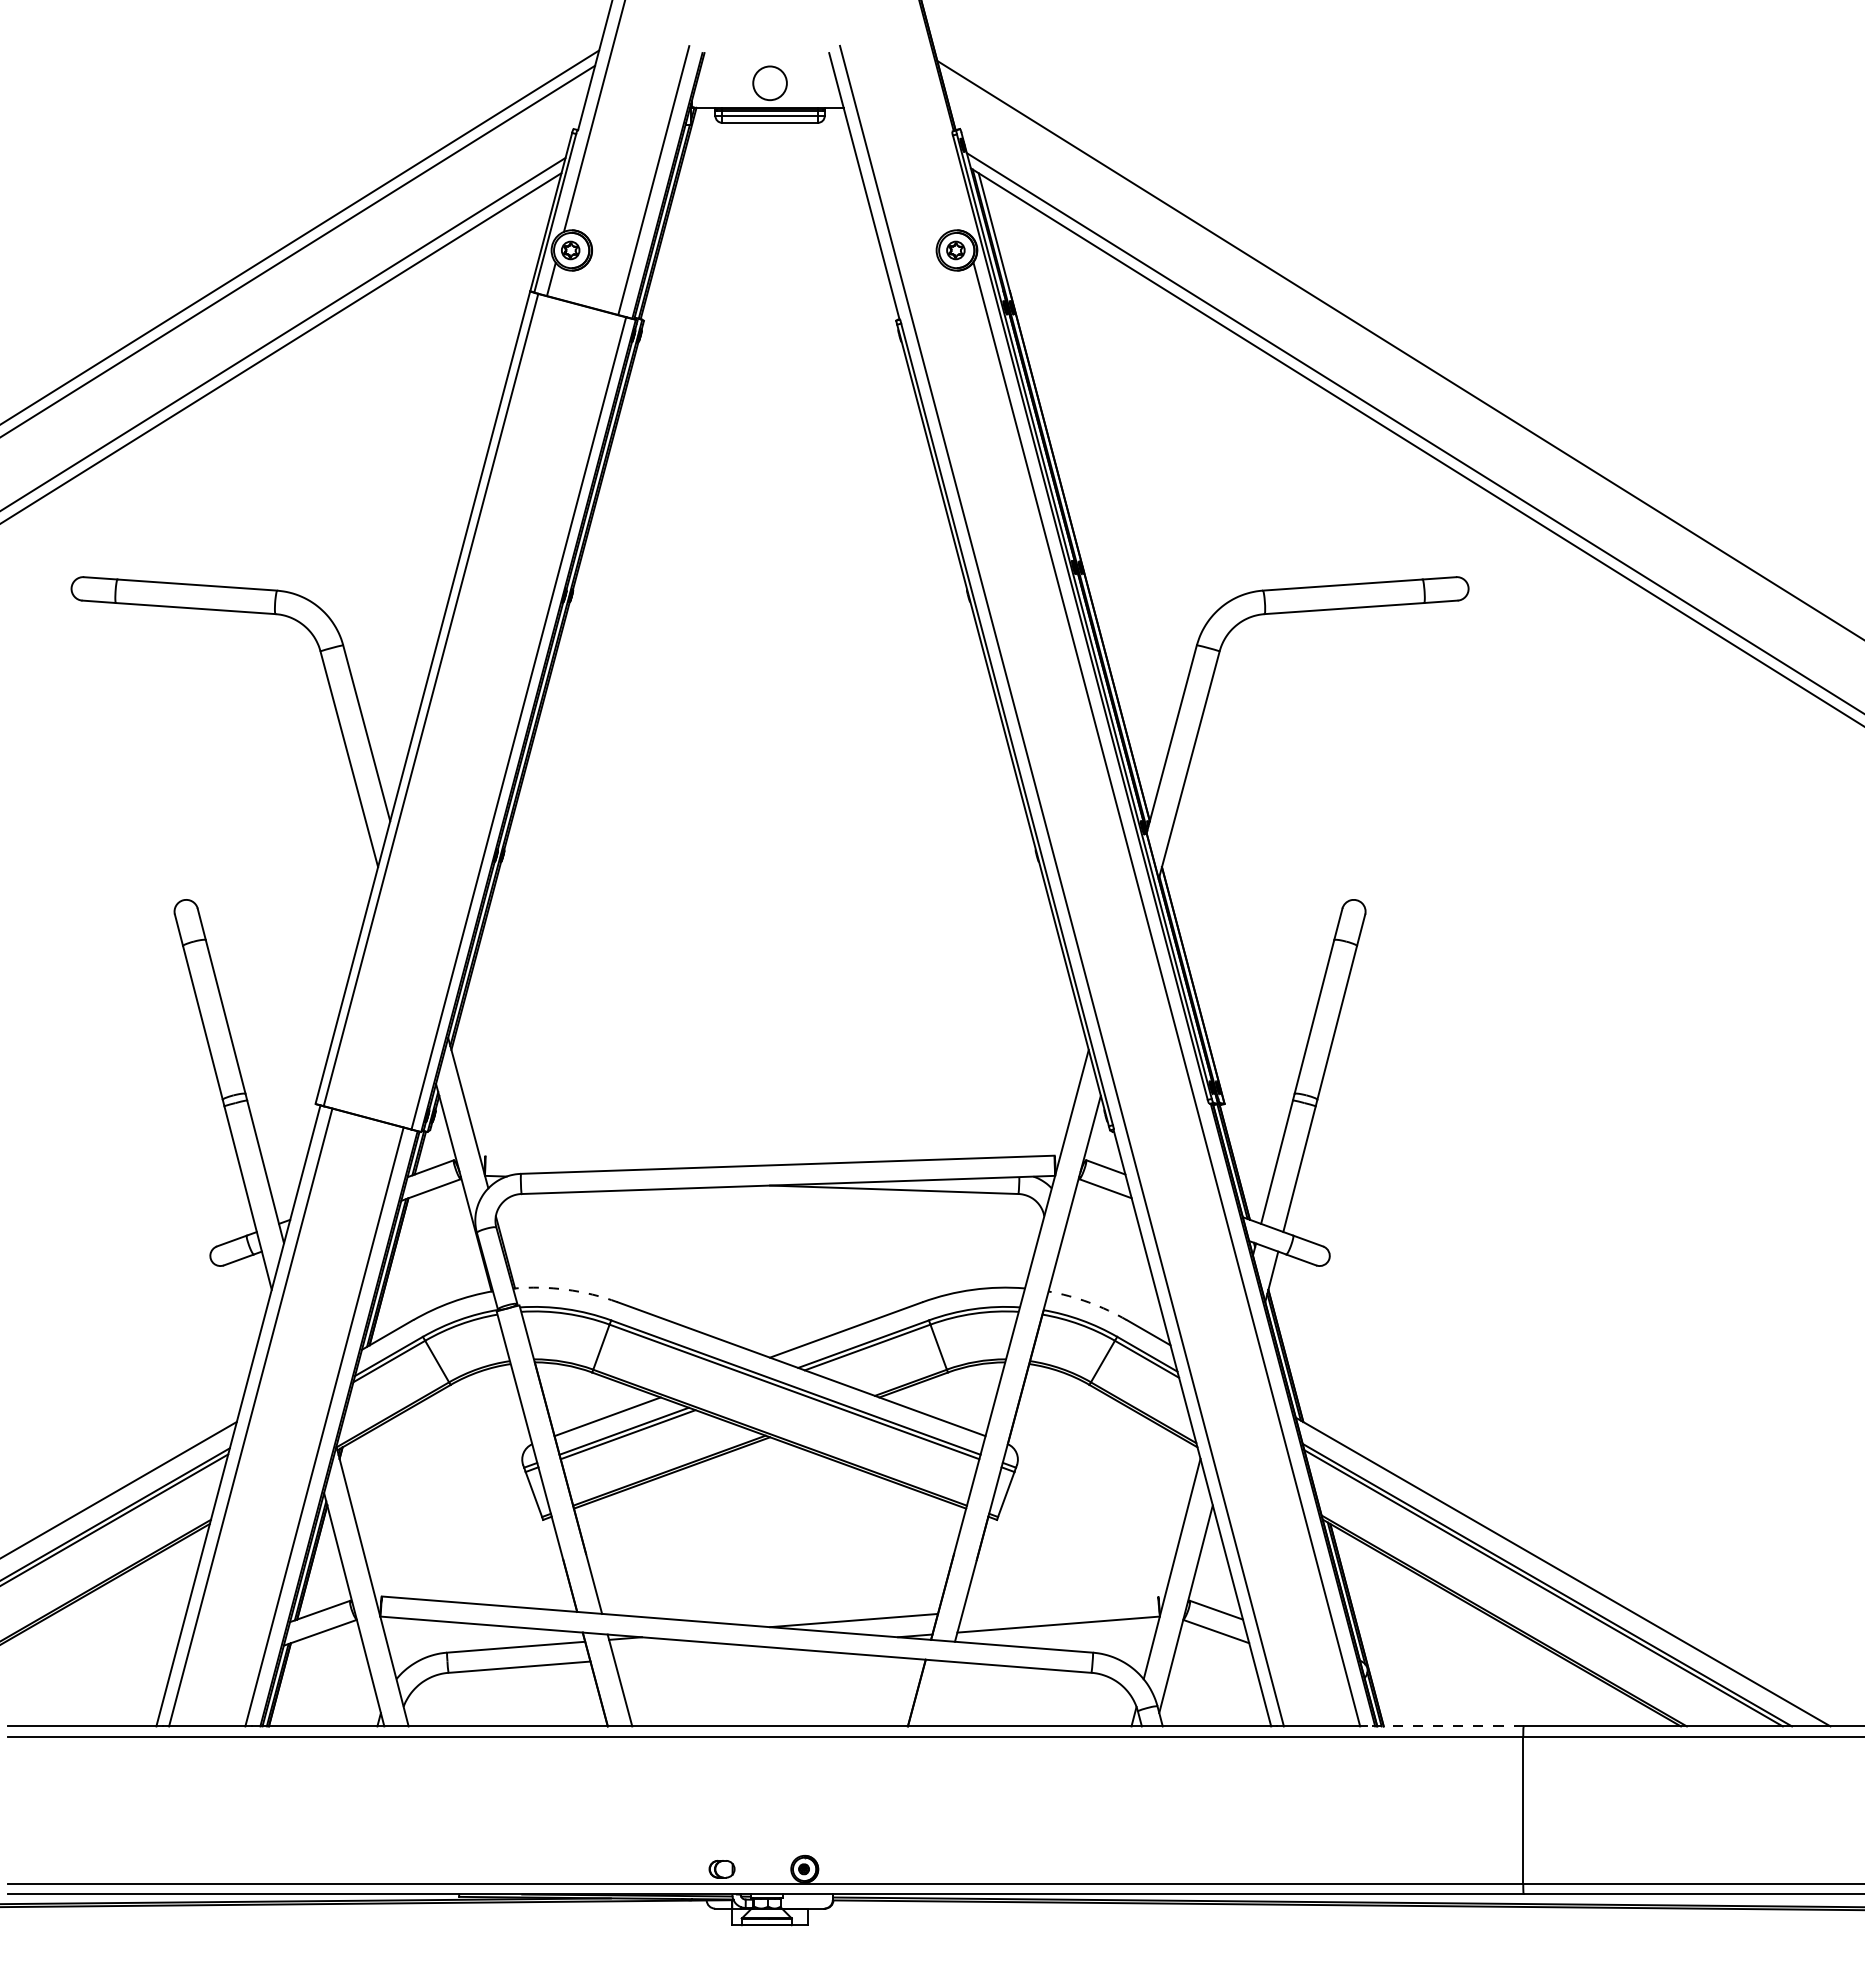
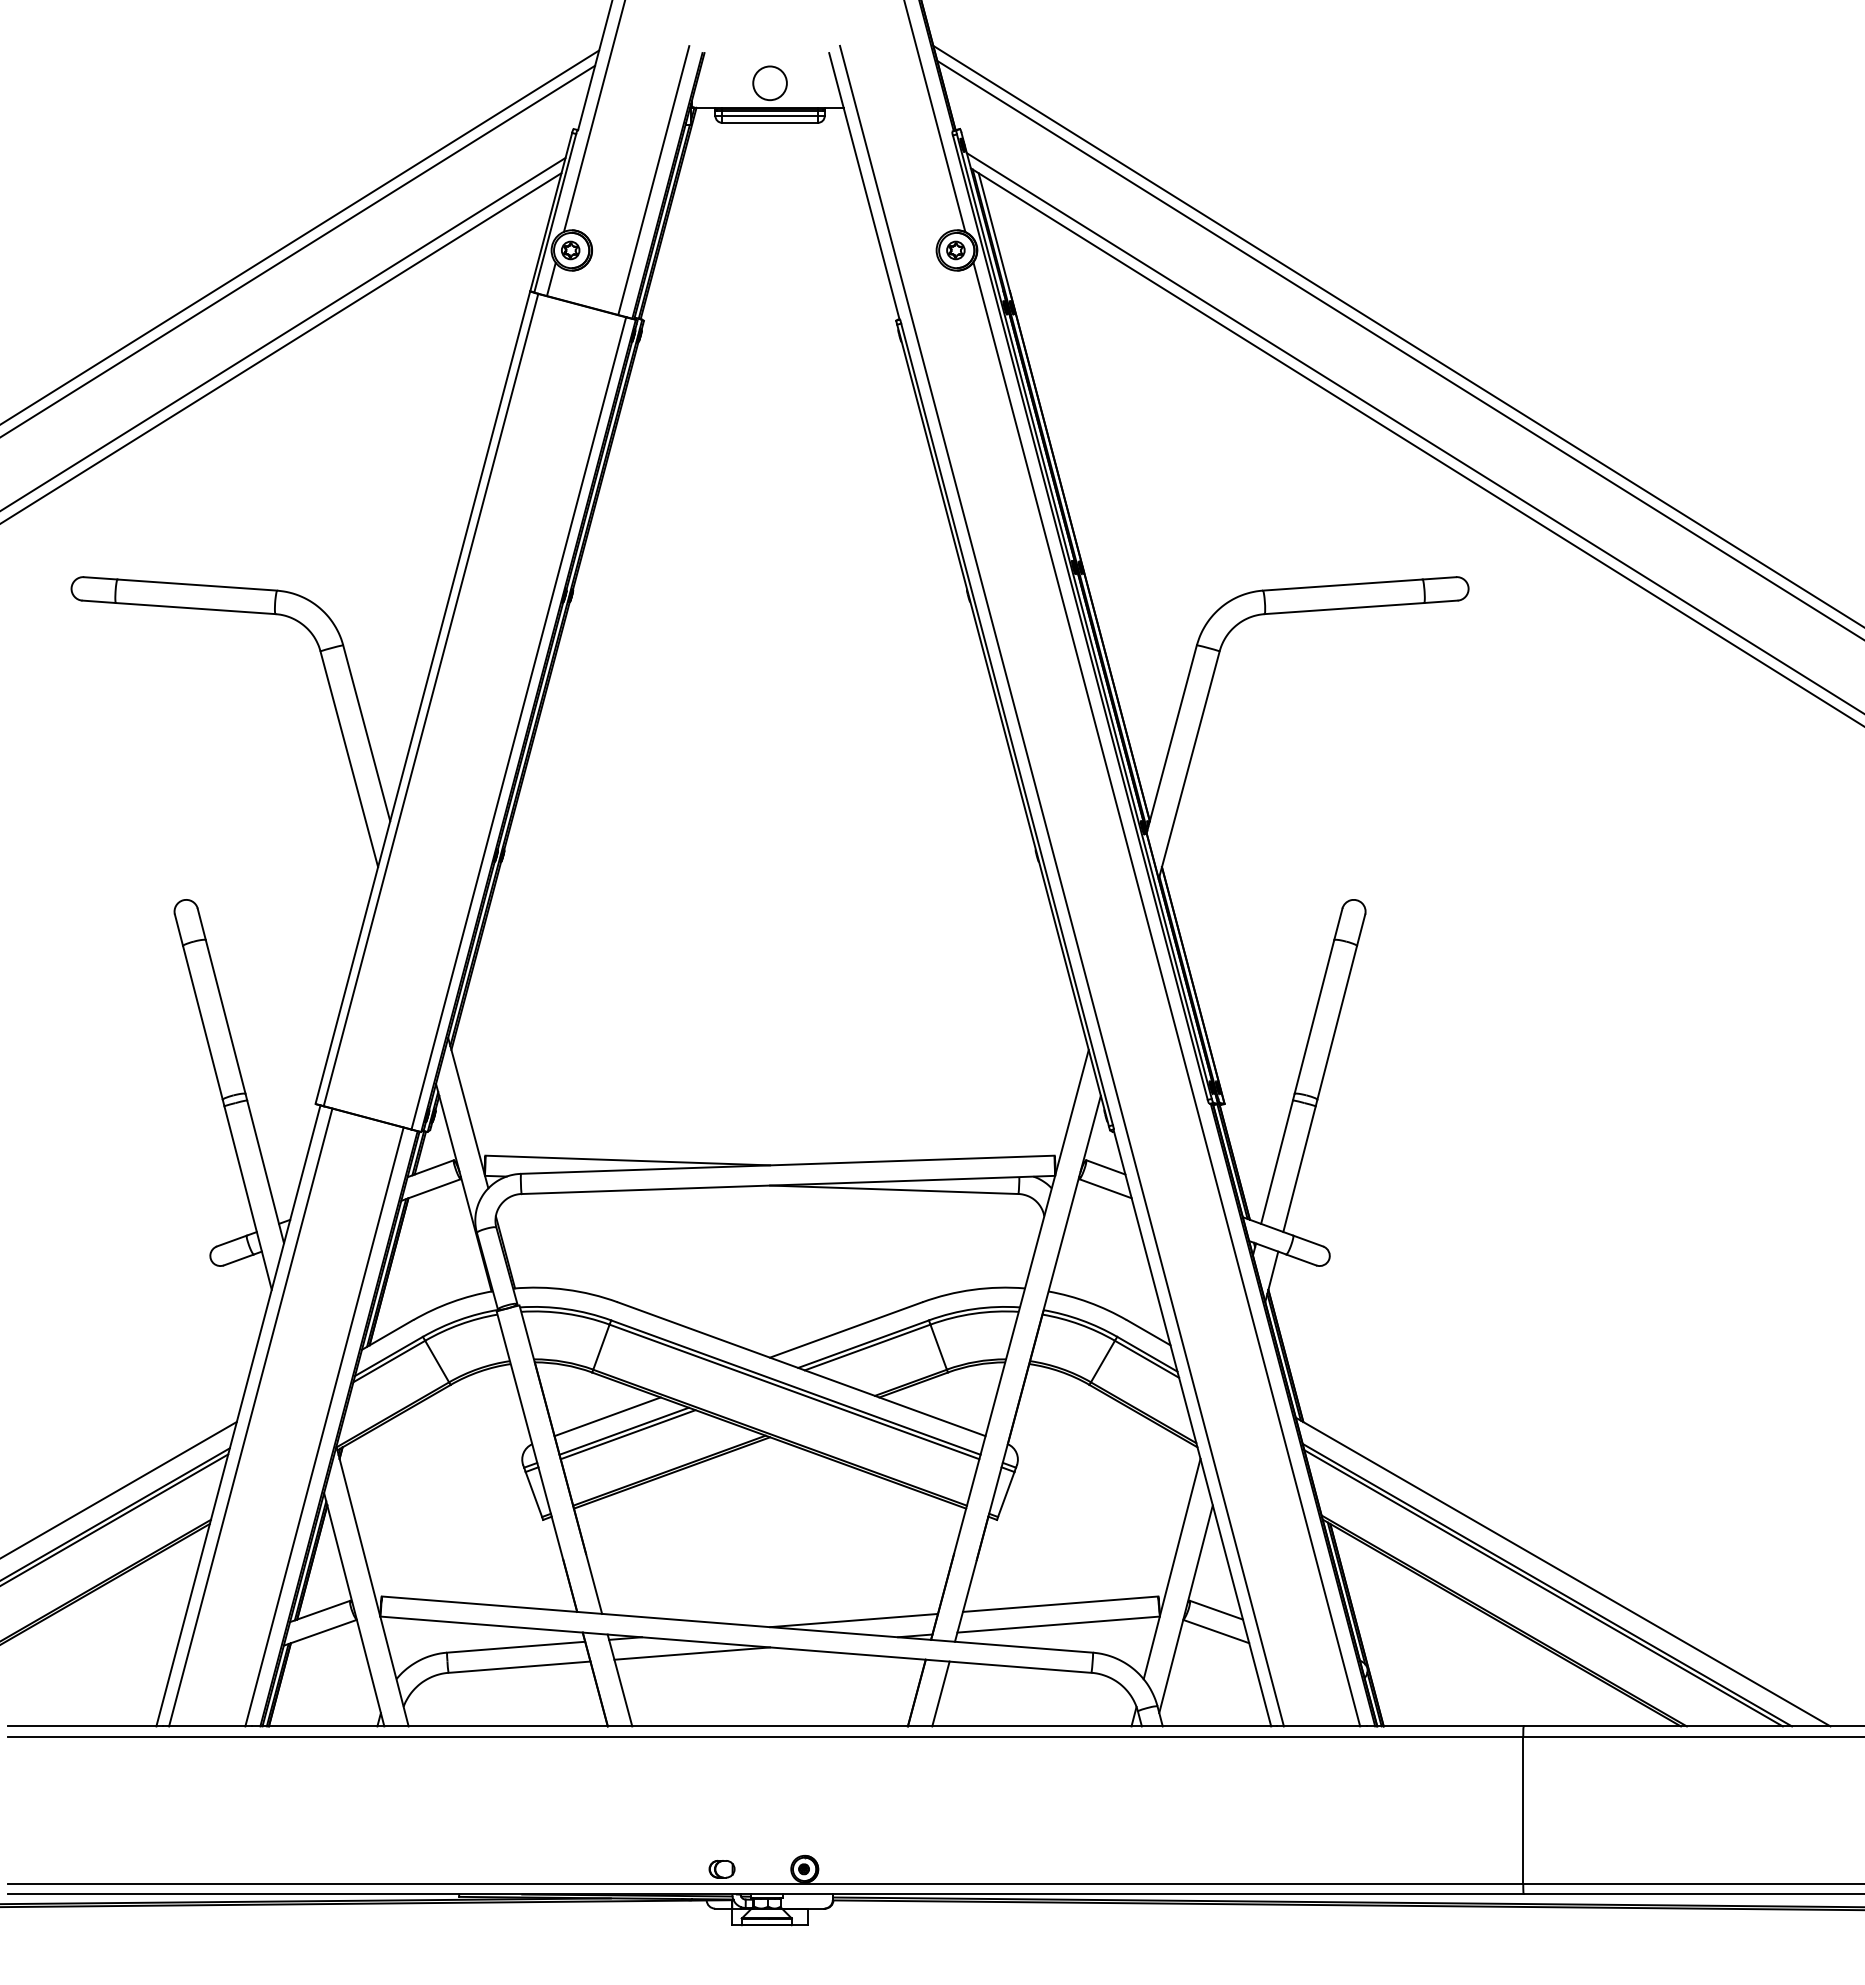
line at (934, 117): none -> present
line at (1397, 335): none -> present
line at (627, 1160): none -> present
arc at (566, 1289): dashed -> solid
arc at (1088, 1302): dashed -> solid
line at (1060, 1603): none -> present
line at (692, 1653): none -> present
line at (940, 1693): none -> present
line at (1444, 1726): dashed -> solid
